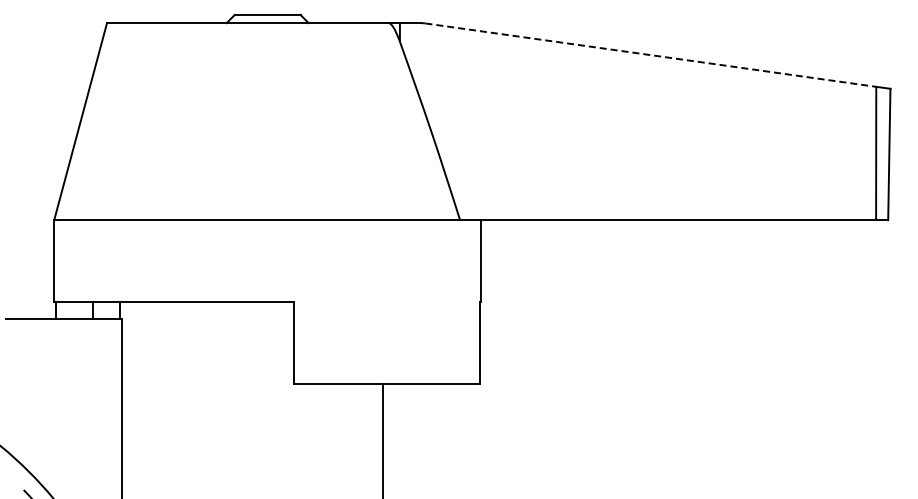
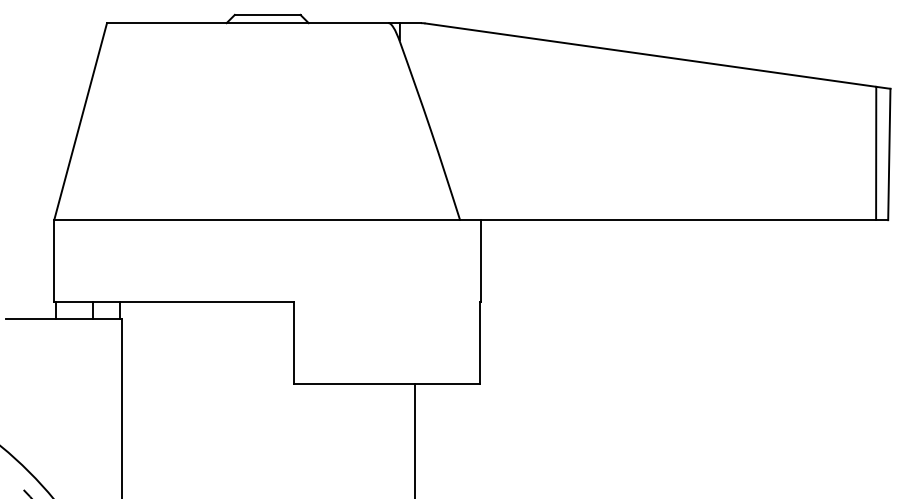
line at (650, 55): dashed -> solid
line at (383, 439) position: (383, 439) -> (415, 439)
